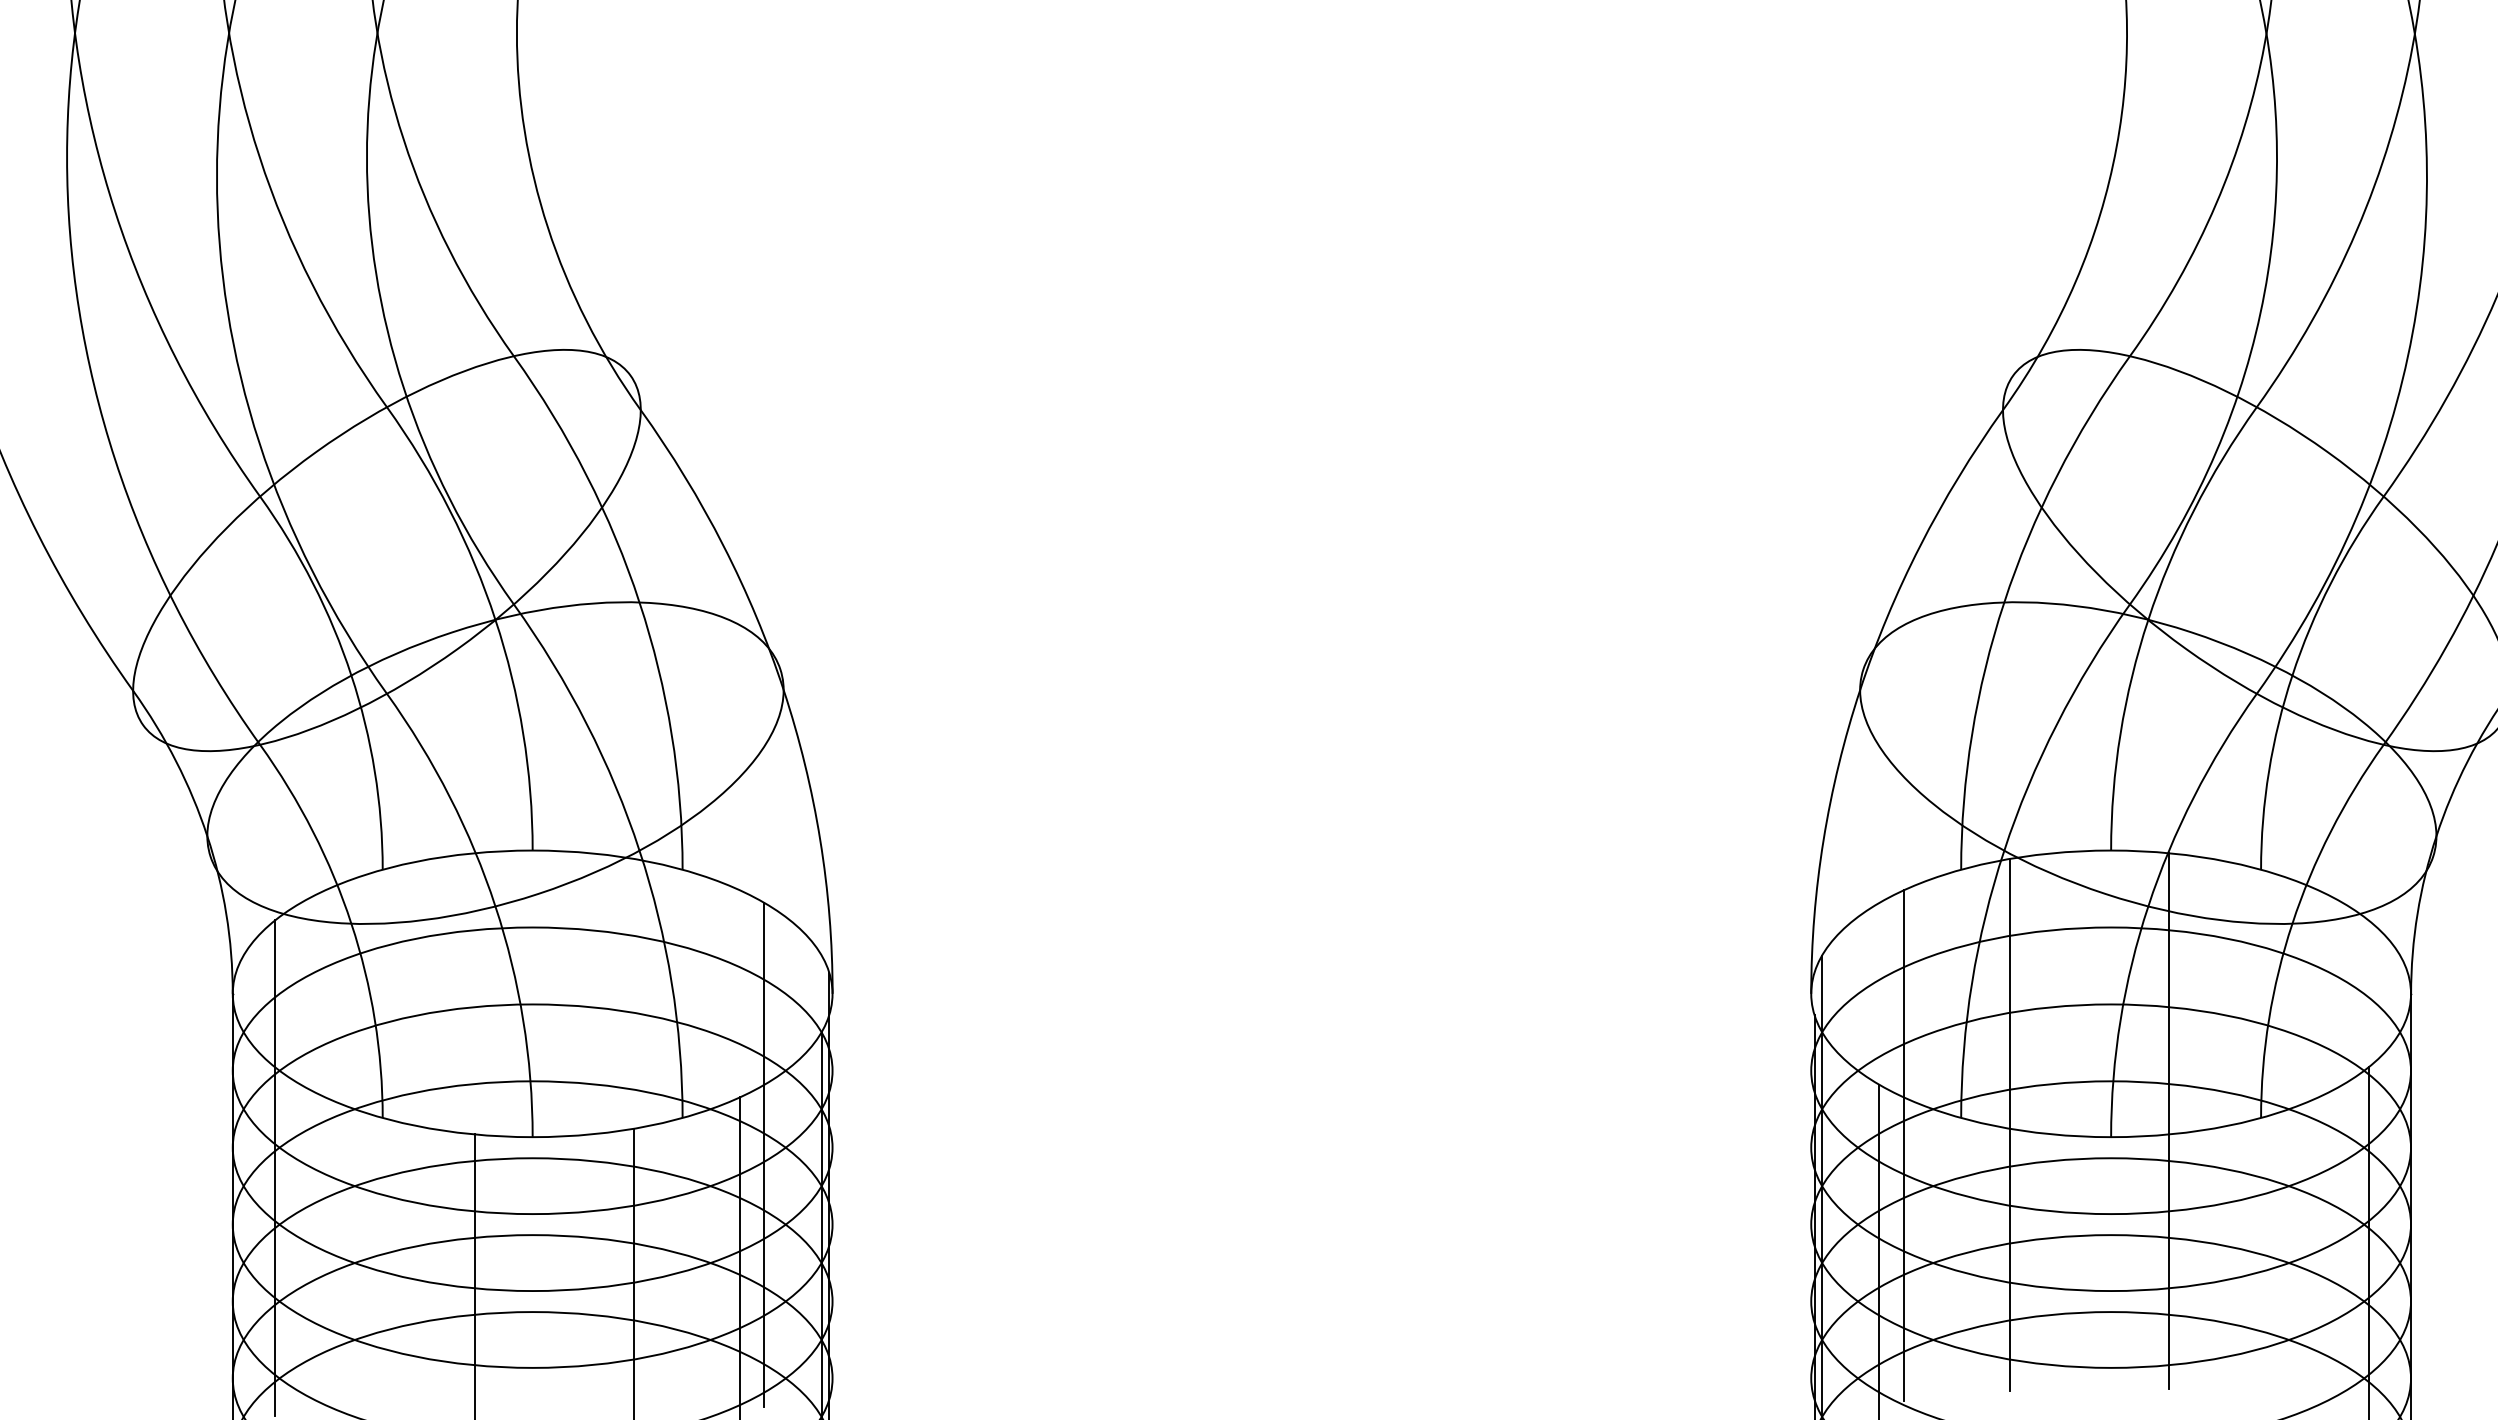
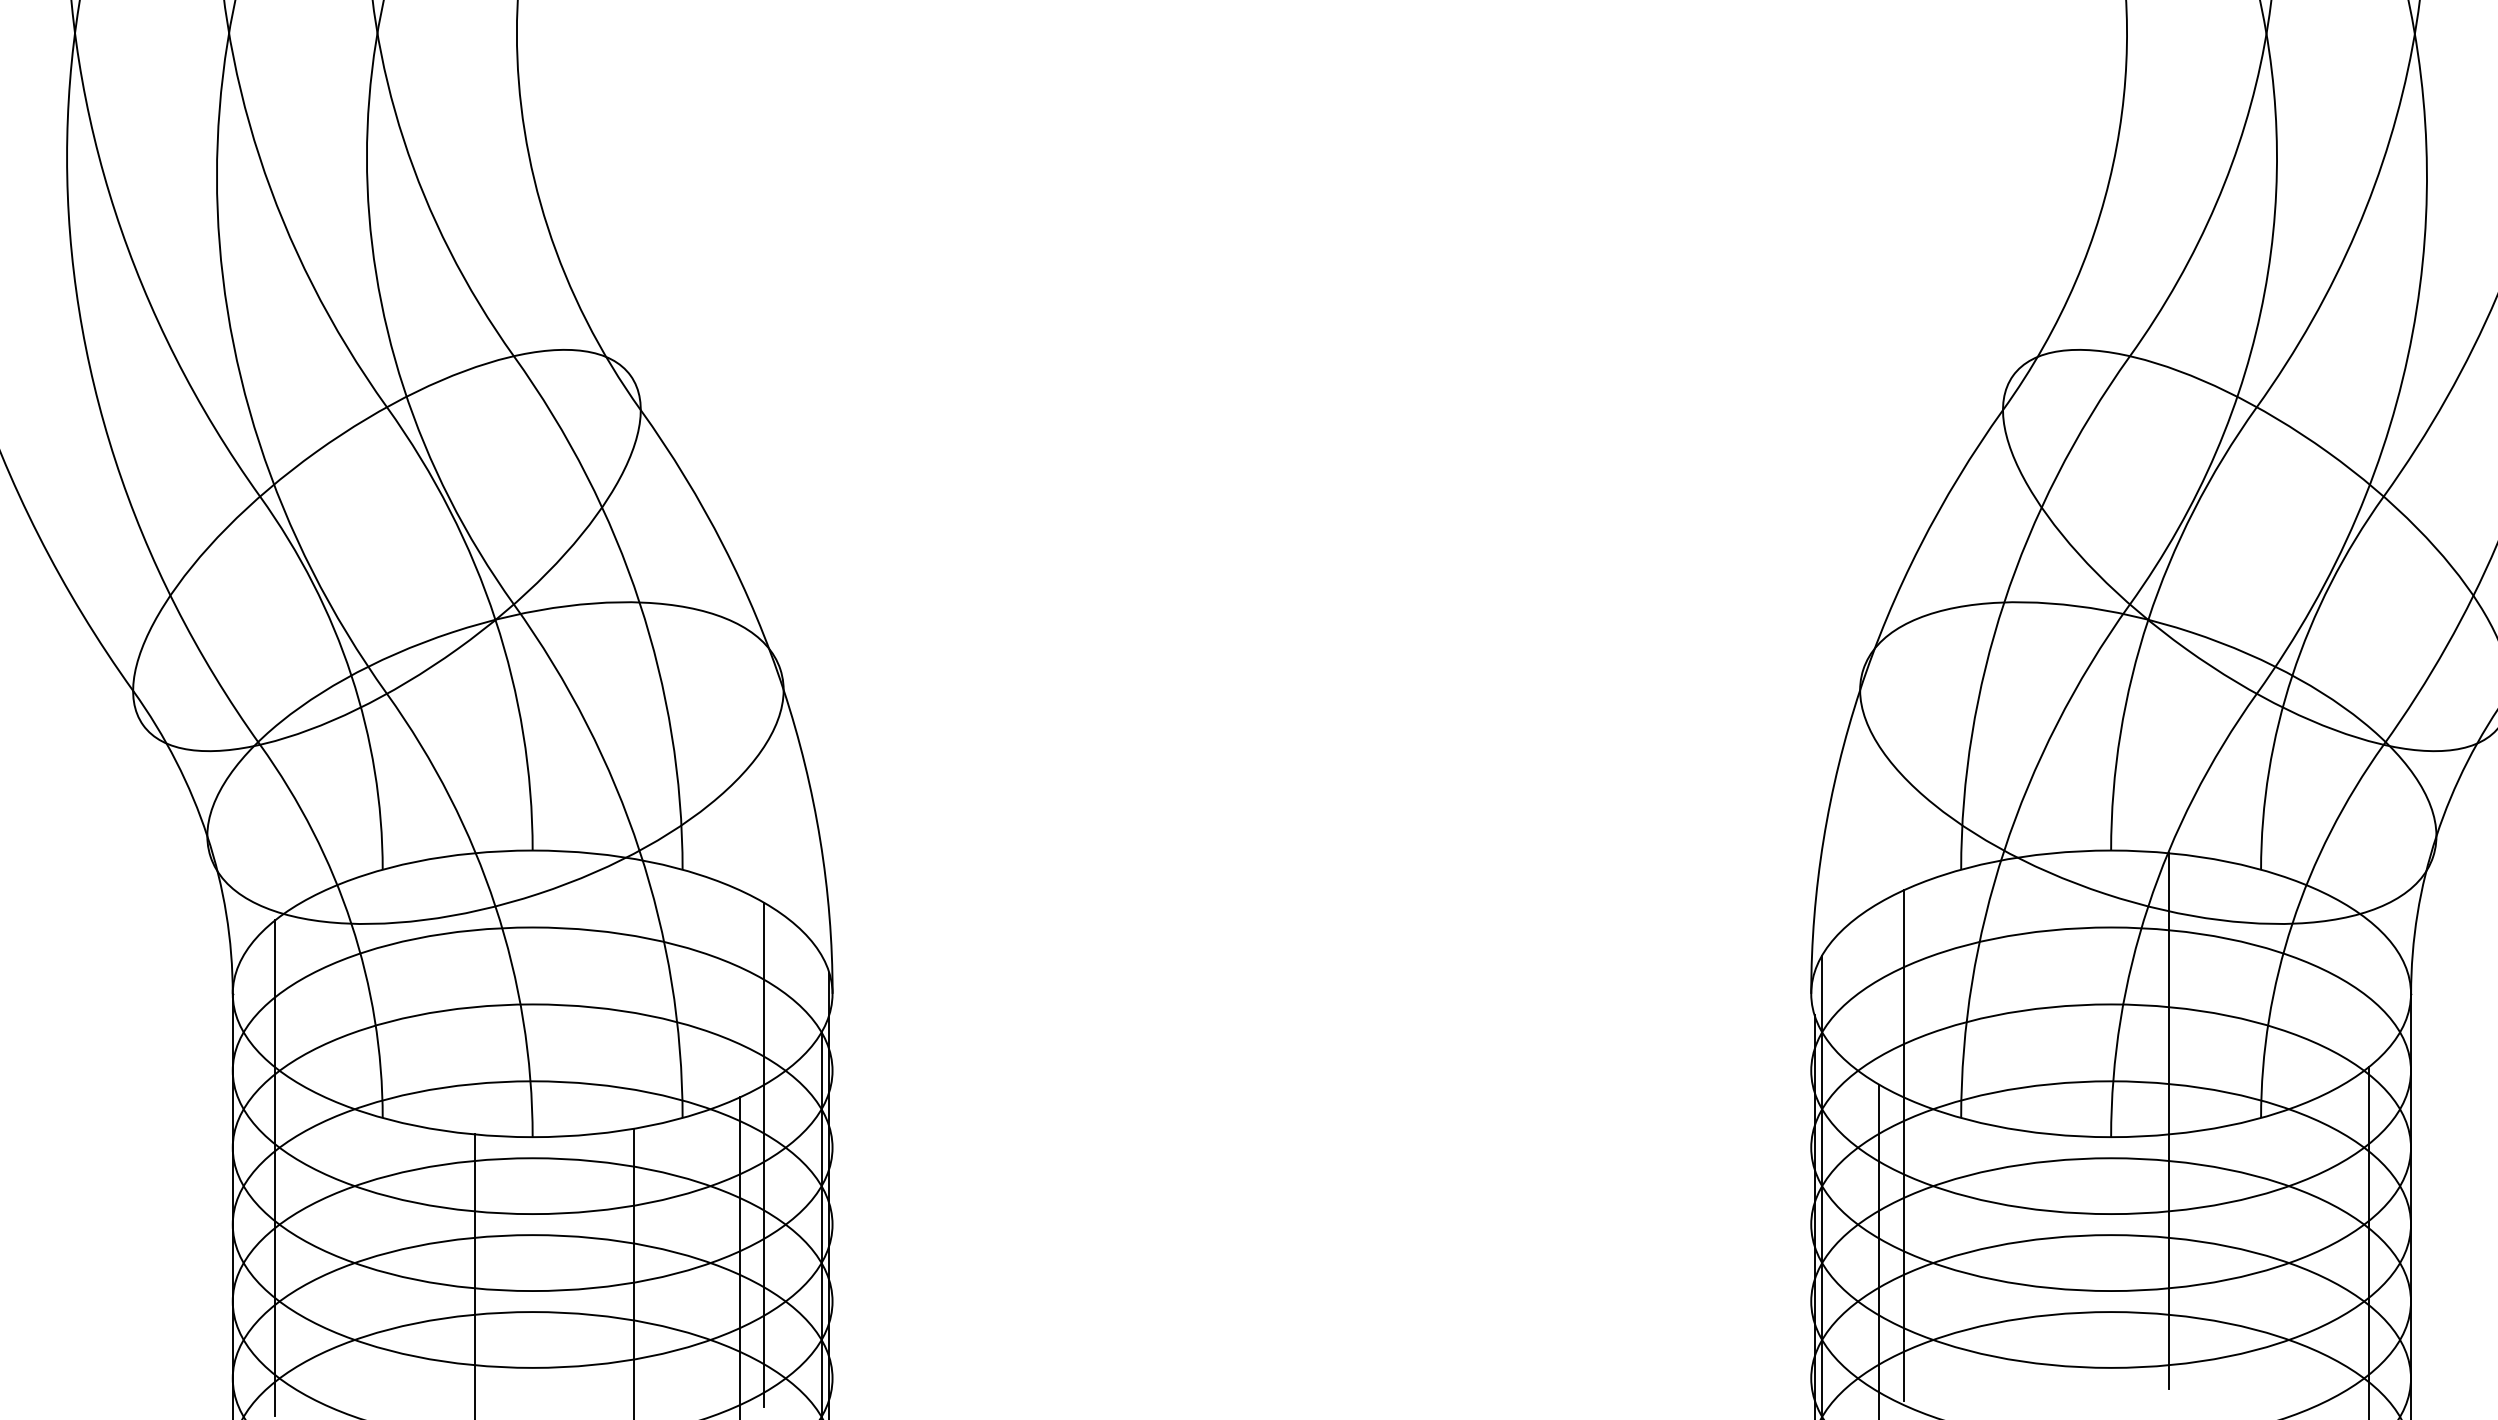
line at (2010, 1124): present -> none
